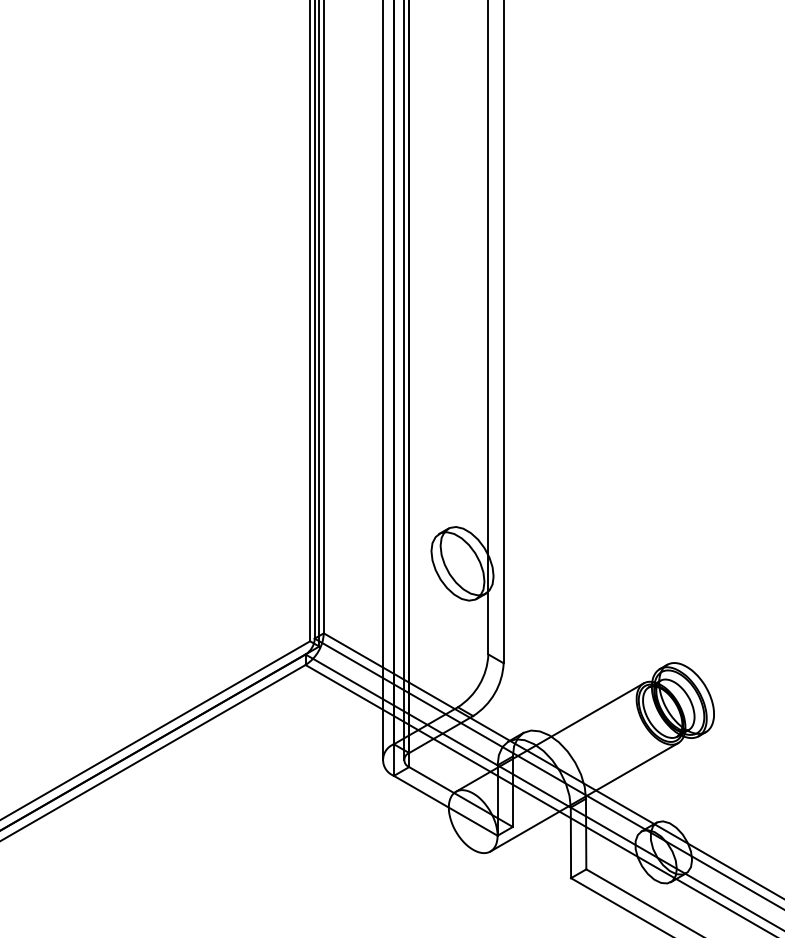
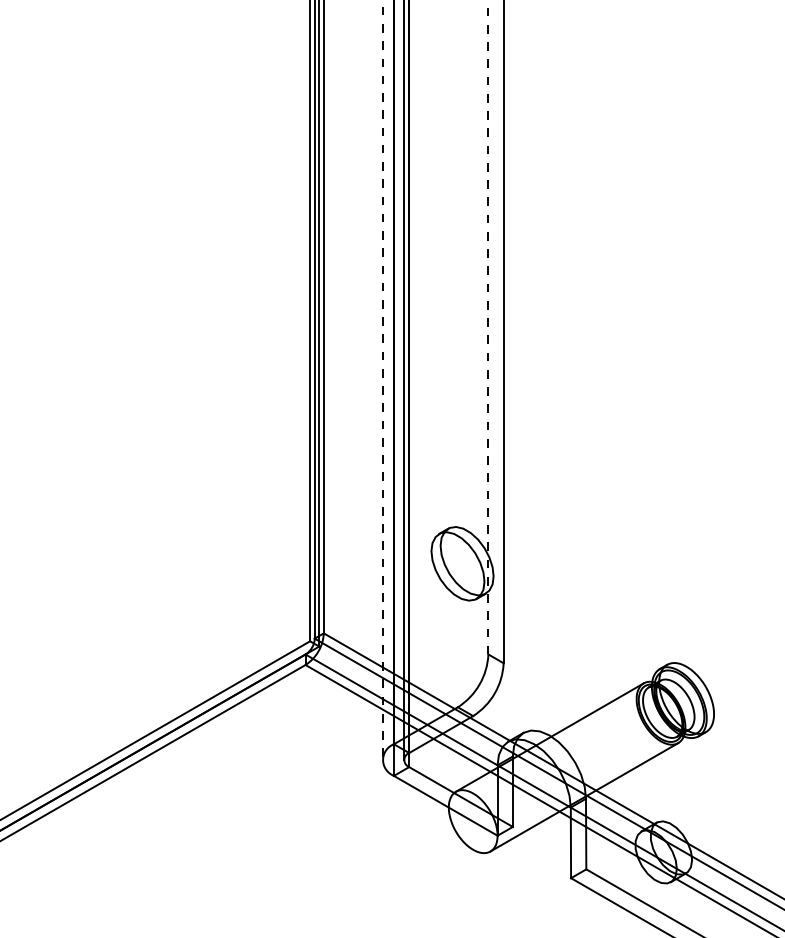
line at (488, 327): solid -> dashed
line at (382, 381): solid -> dashed
